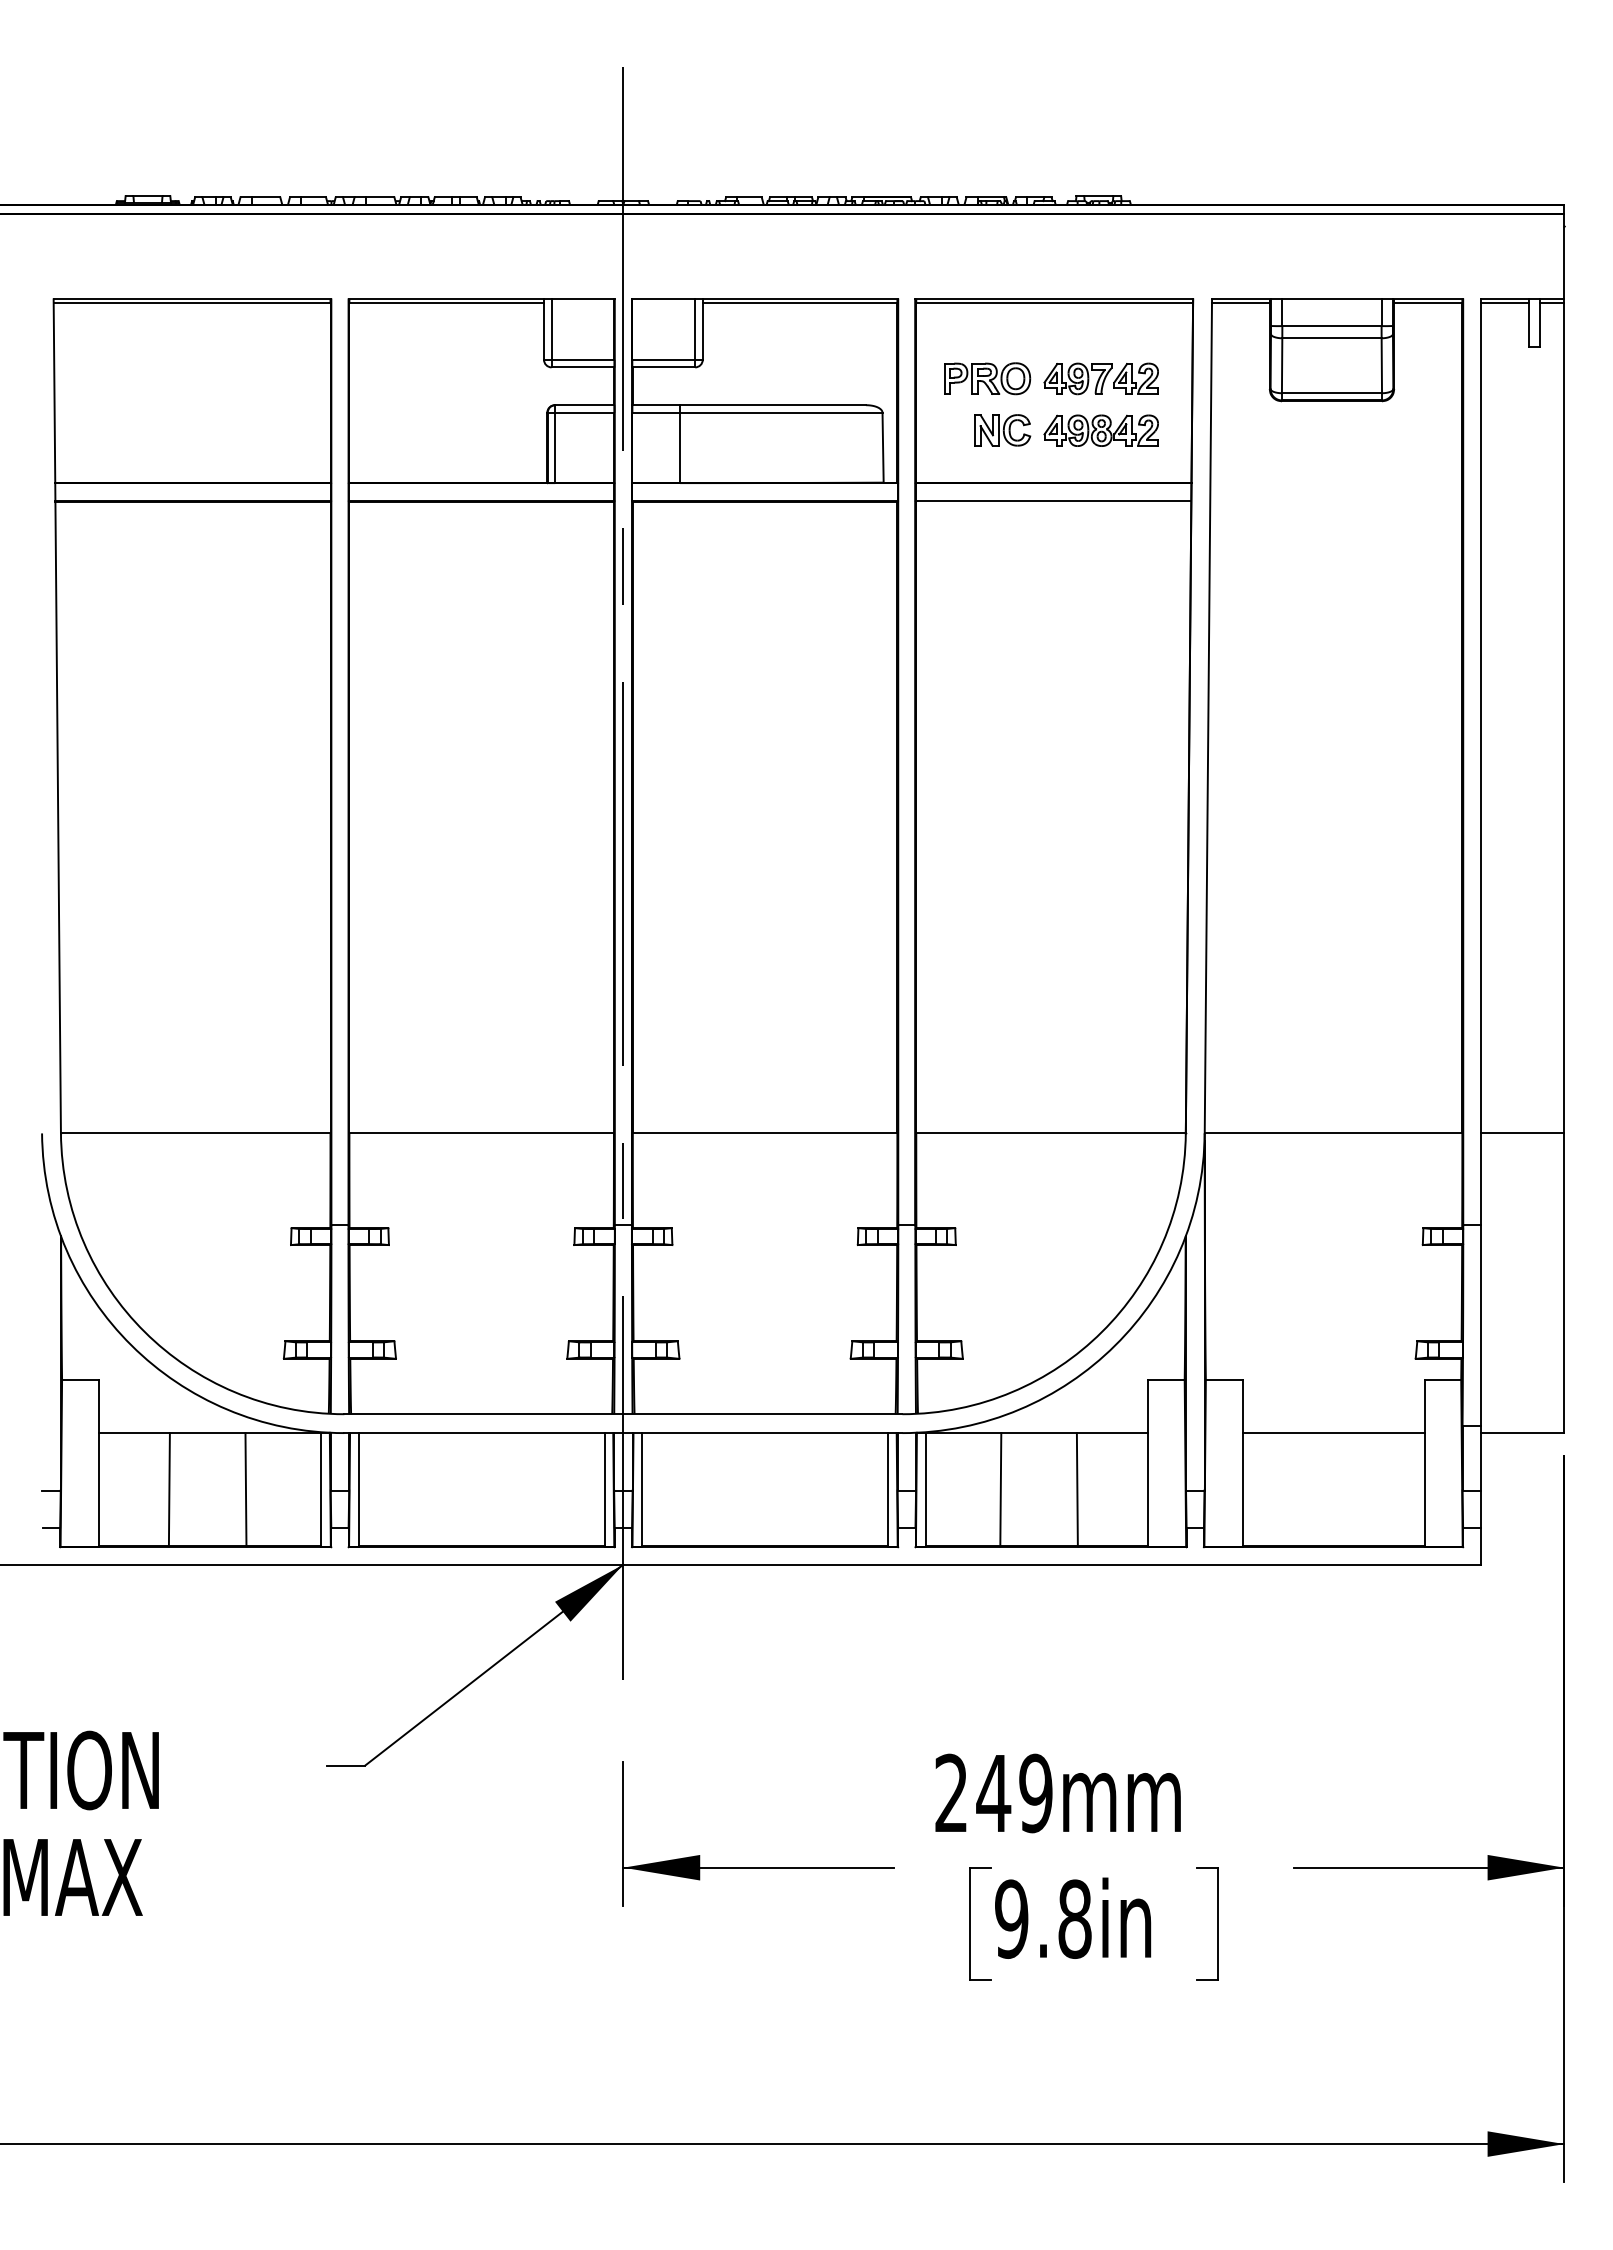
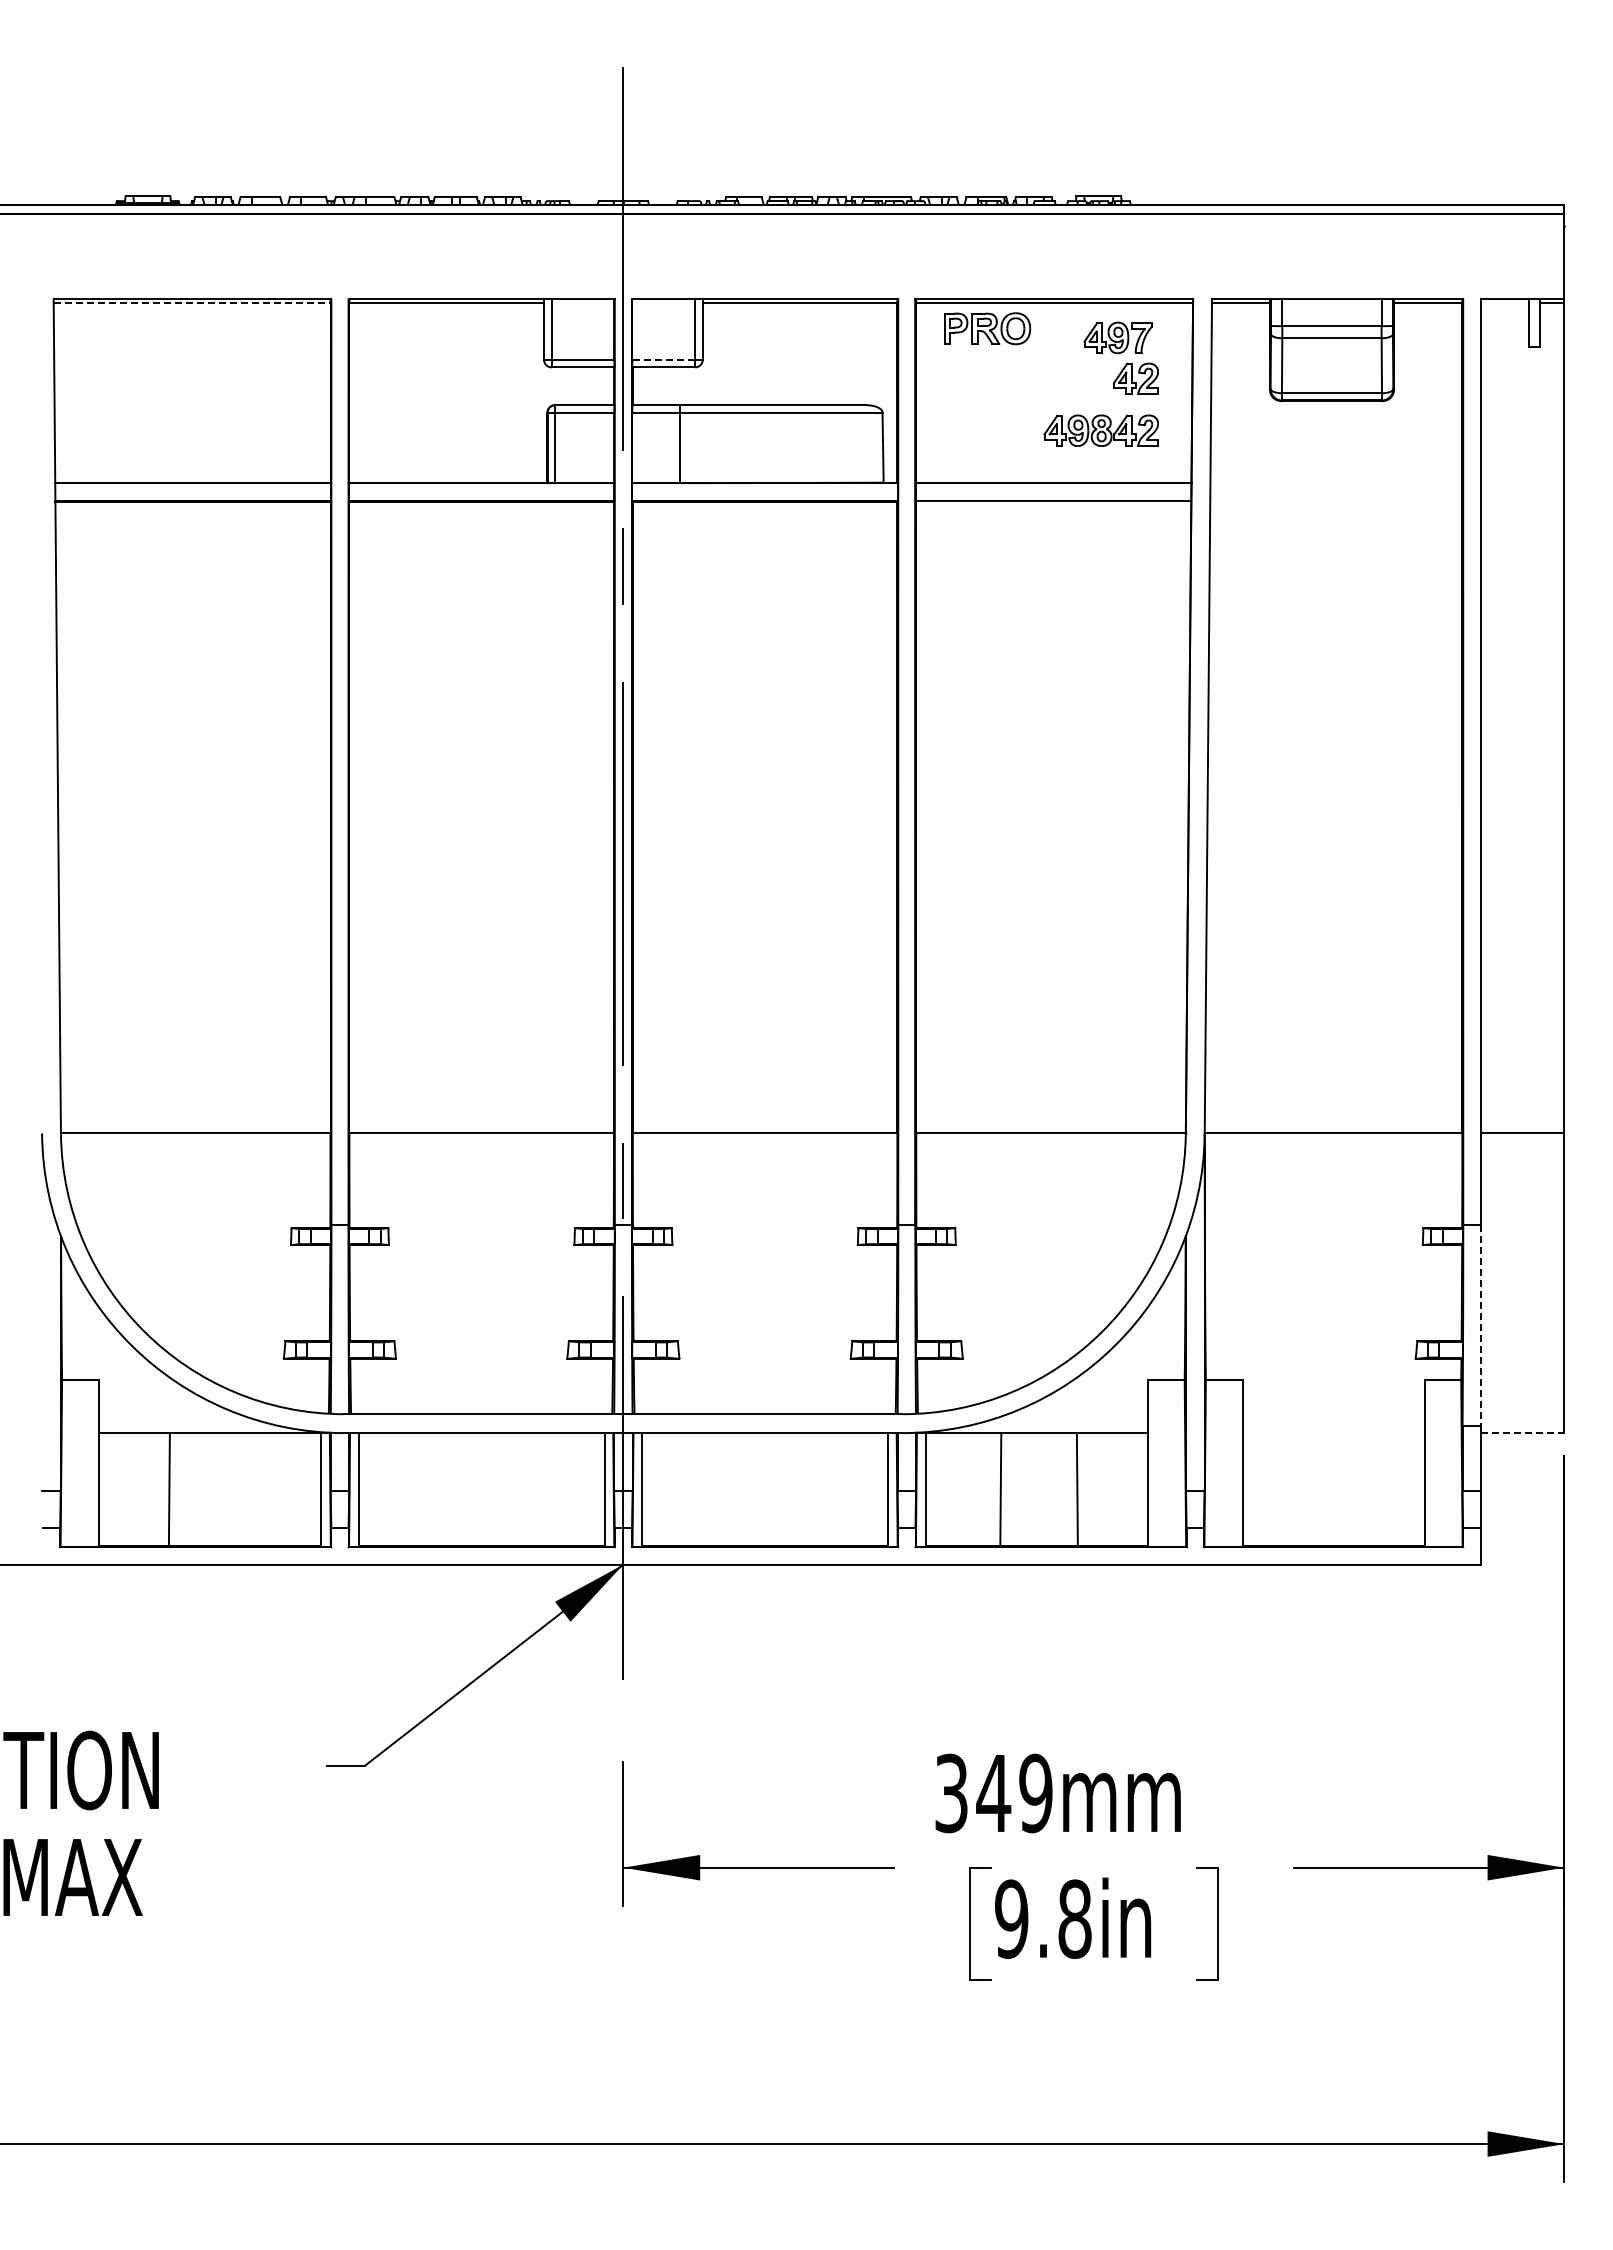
line at (192, 303): solid -> dashed
line at (1504, 303): present -> none
line at (663, 359): solid -> dashed
part at (987, 378) position: (987, 378) -> (987, 328)
part at (1077, 378) position: (1077, 378) -> (1117, 337)
part at (1002, 430): present -> none
line at (1481, 1326): solid -> dashed
line at (1333, 1433): present -> none
line at (1522, 1433): solid -> dashed
line at (245, 1489): present -> none
text at (951, 1793): 249mm -> 349mm
